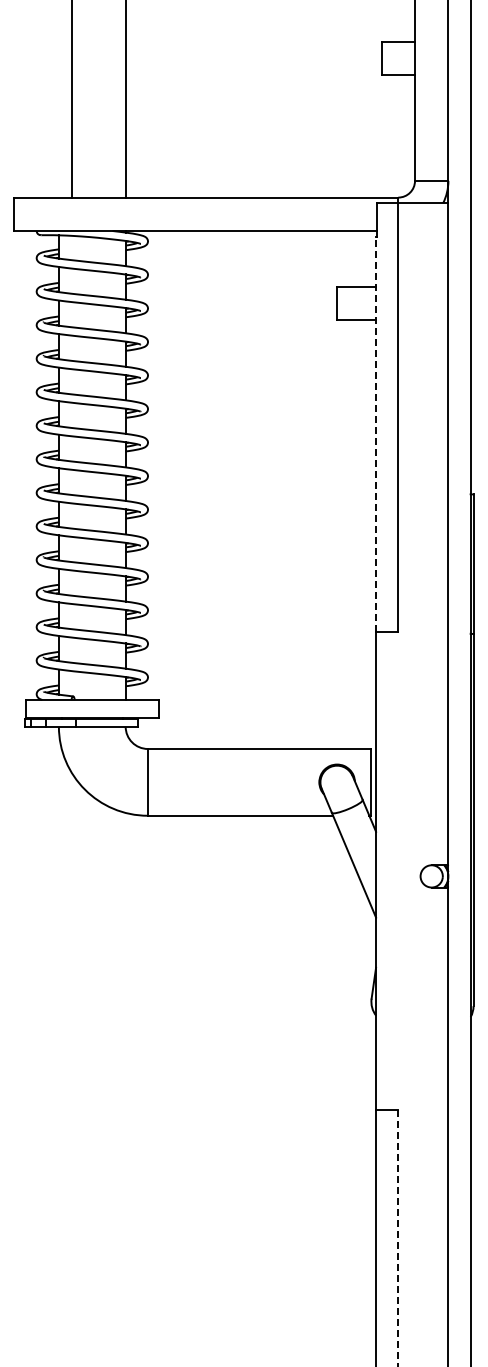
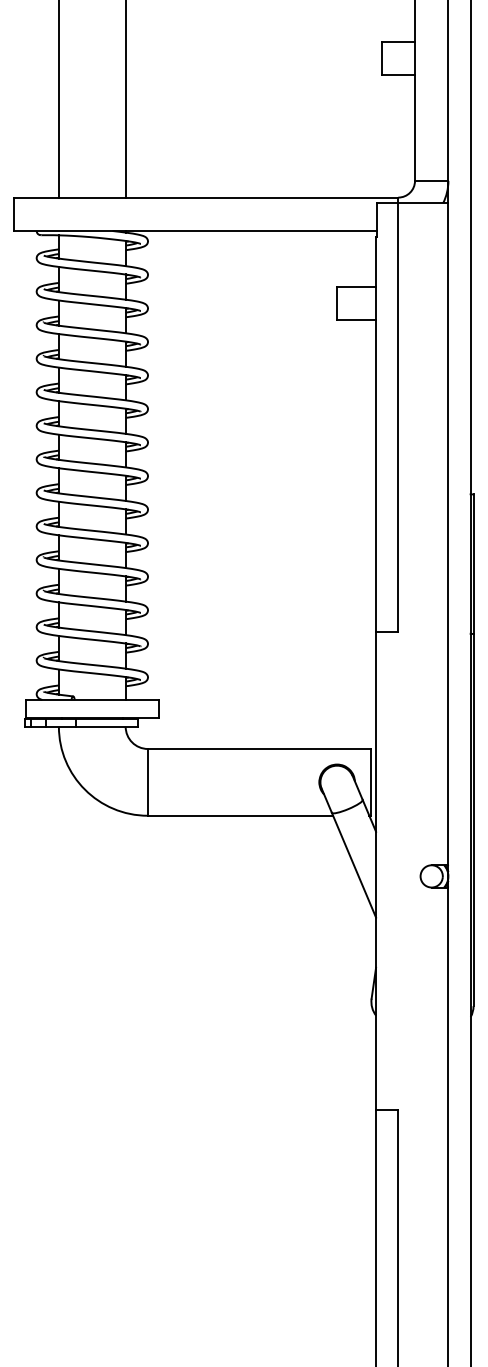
line at (71, 99) position: (71, 99) -> (58, 99)
line at (376, 434): dashed -> solid
line at (398, 1238): dashed -> solid
